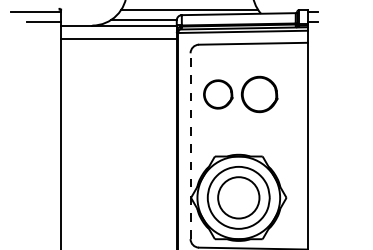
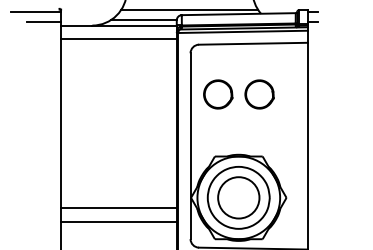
part at (259, 94) size: 39x39 px -> 31x31 px
line at (190, 146): dashed -> solid
line at (118, 208): none -> present
line at (118, 221): none -> present
